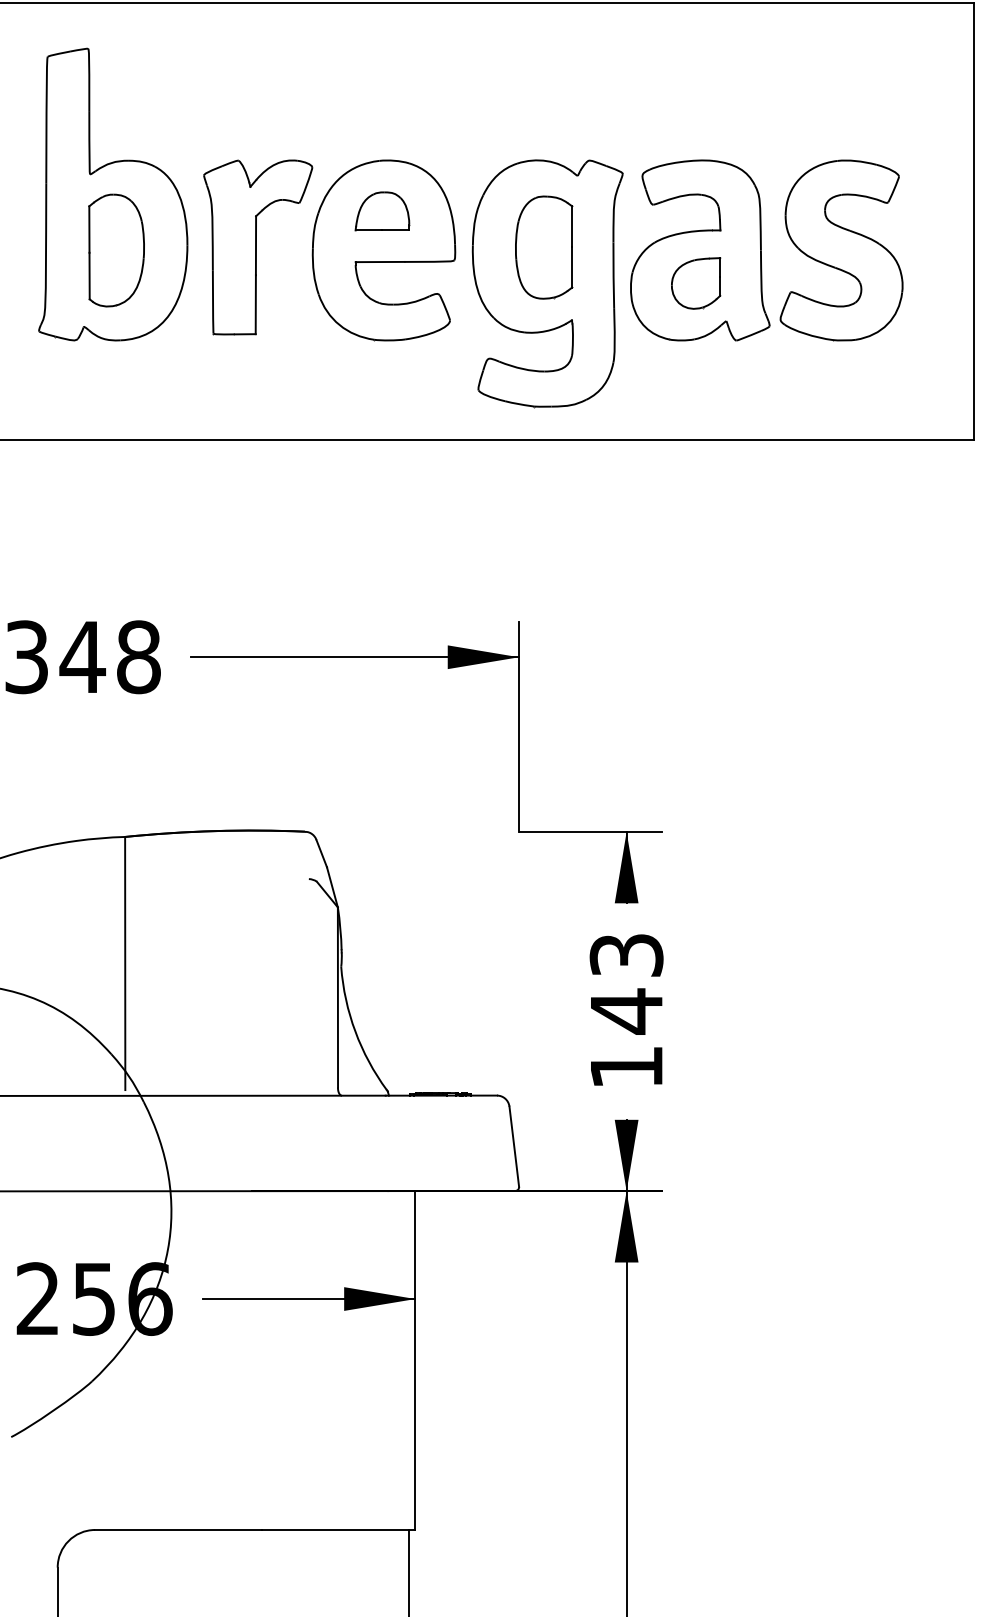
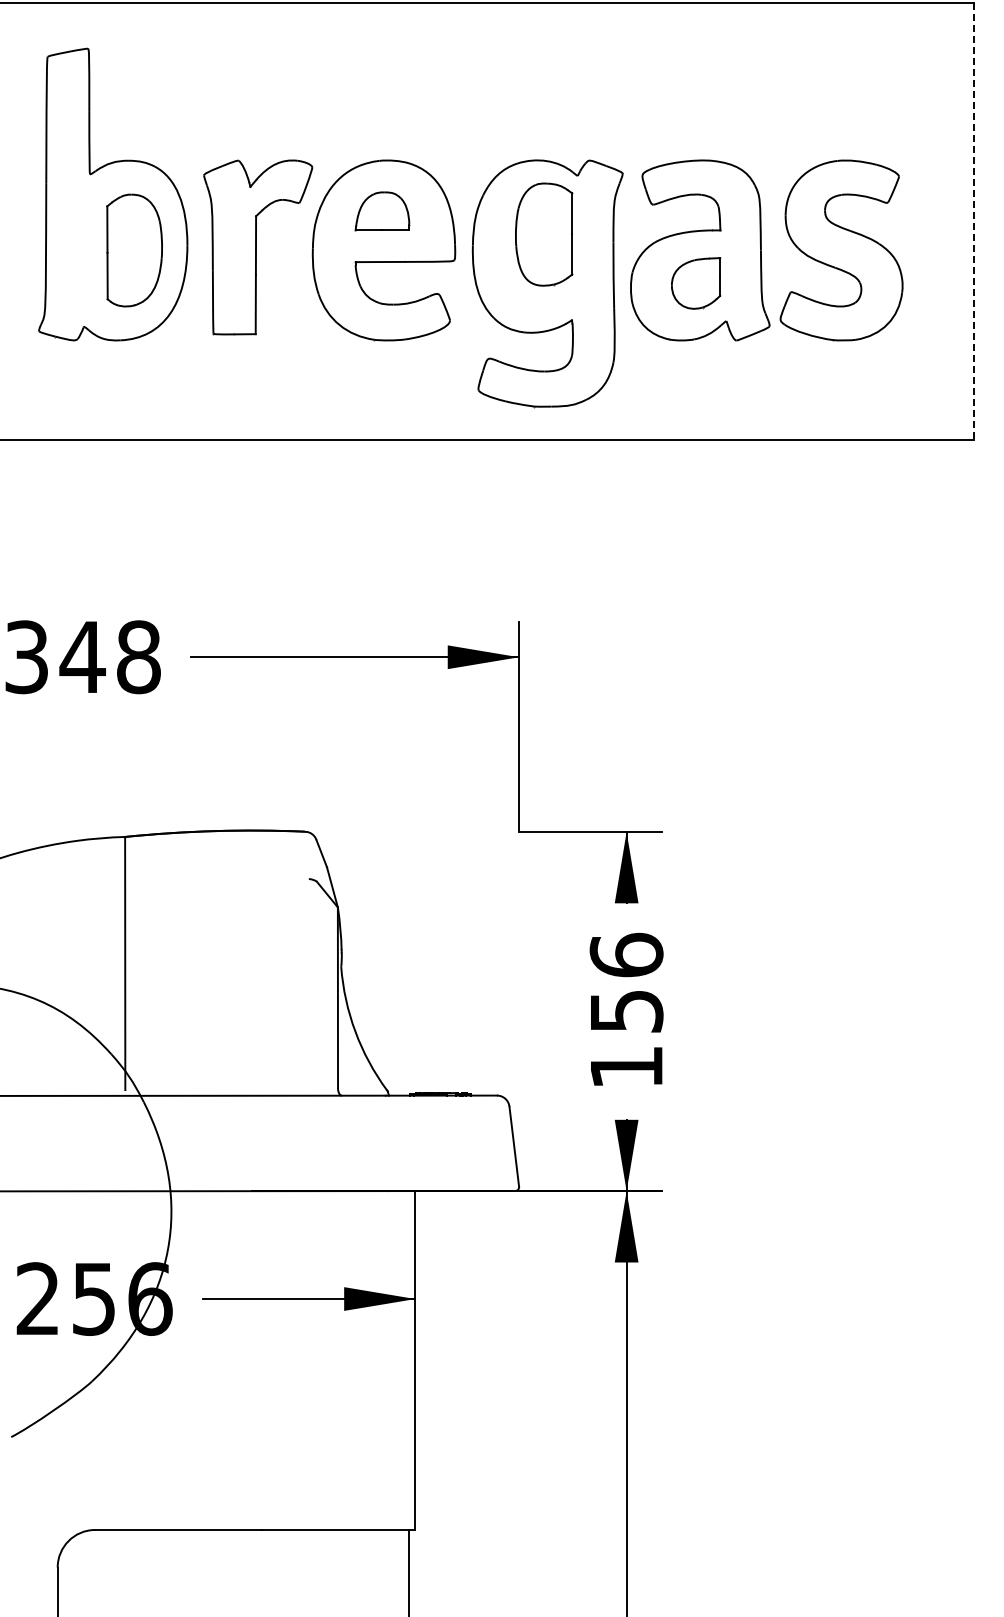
line at (973, 222): solid -> dashed
part at (544, 247) position: (544, 247) -> (544, 234)
part at (116, 250) position: (116, 250) -> (134, 250)
text at (626, 983): 143 -> 156
